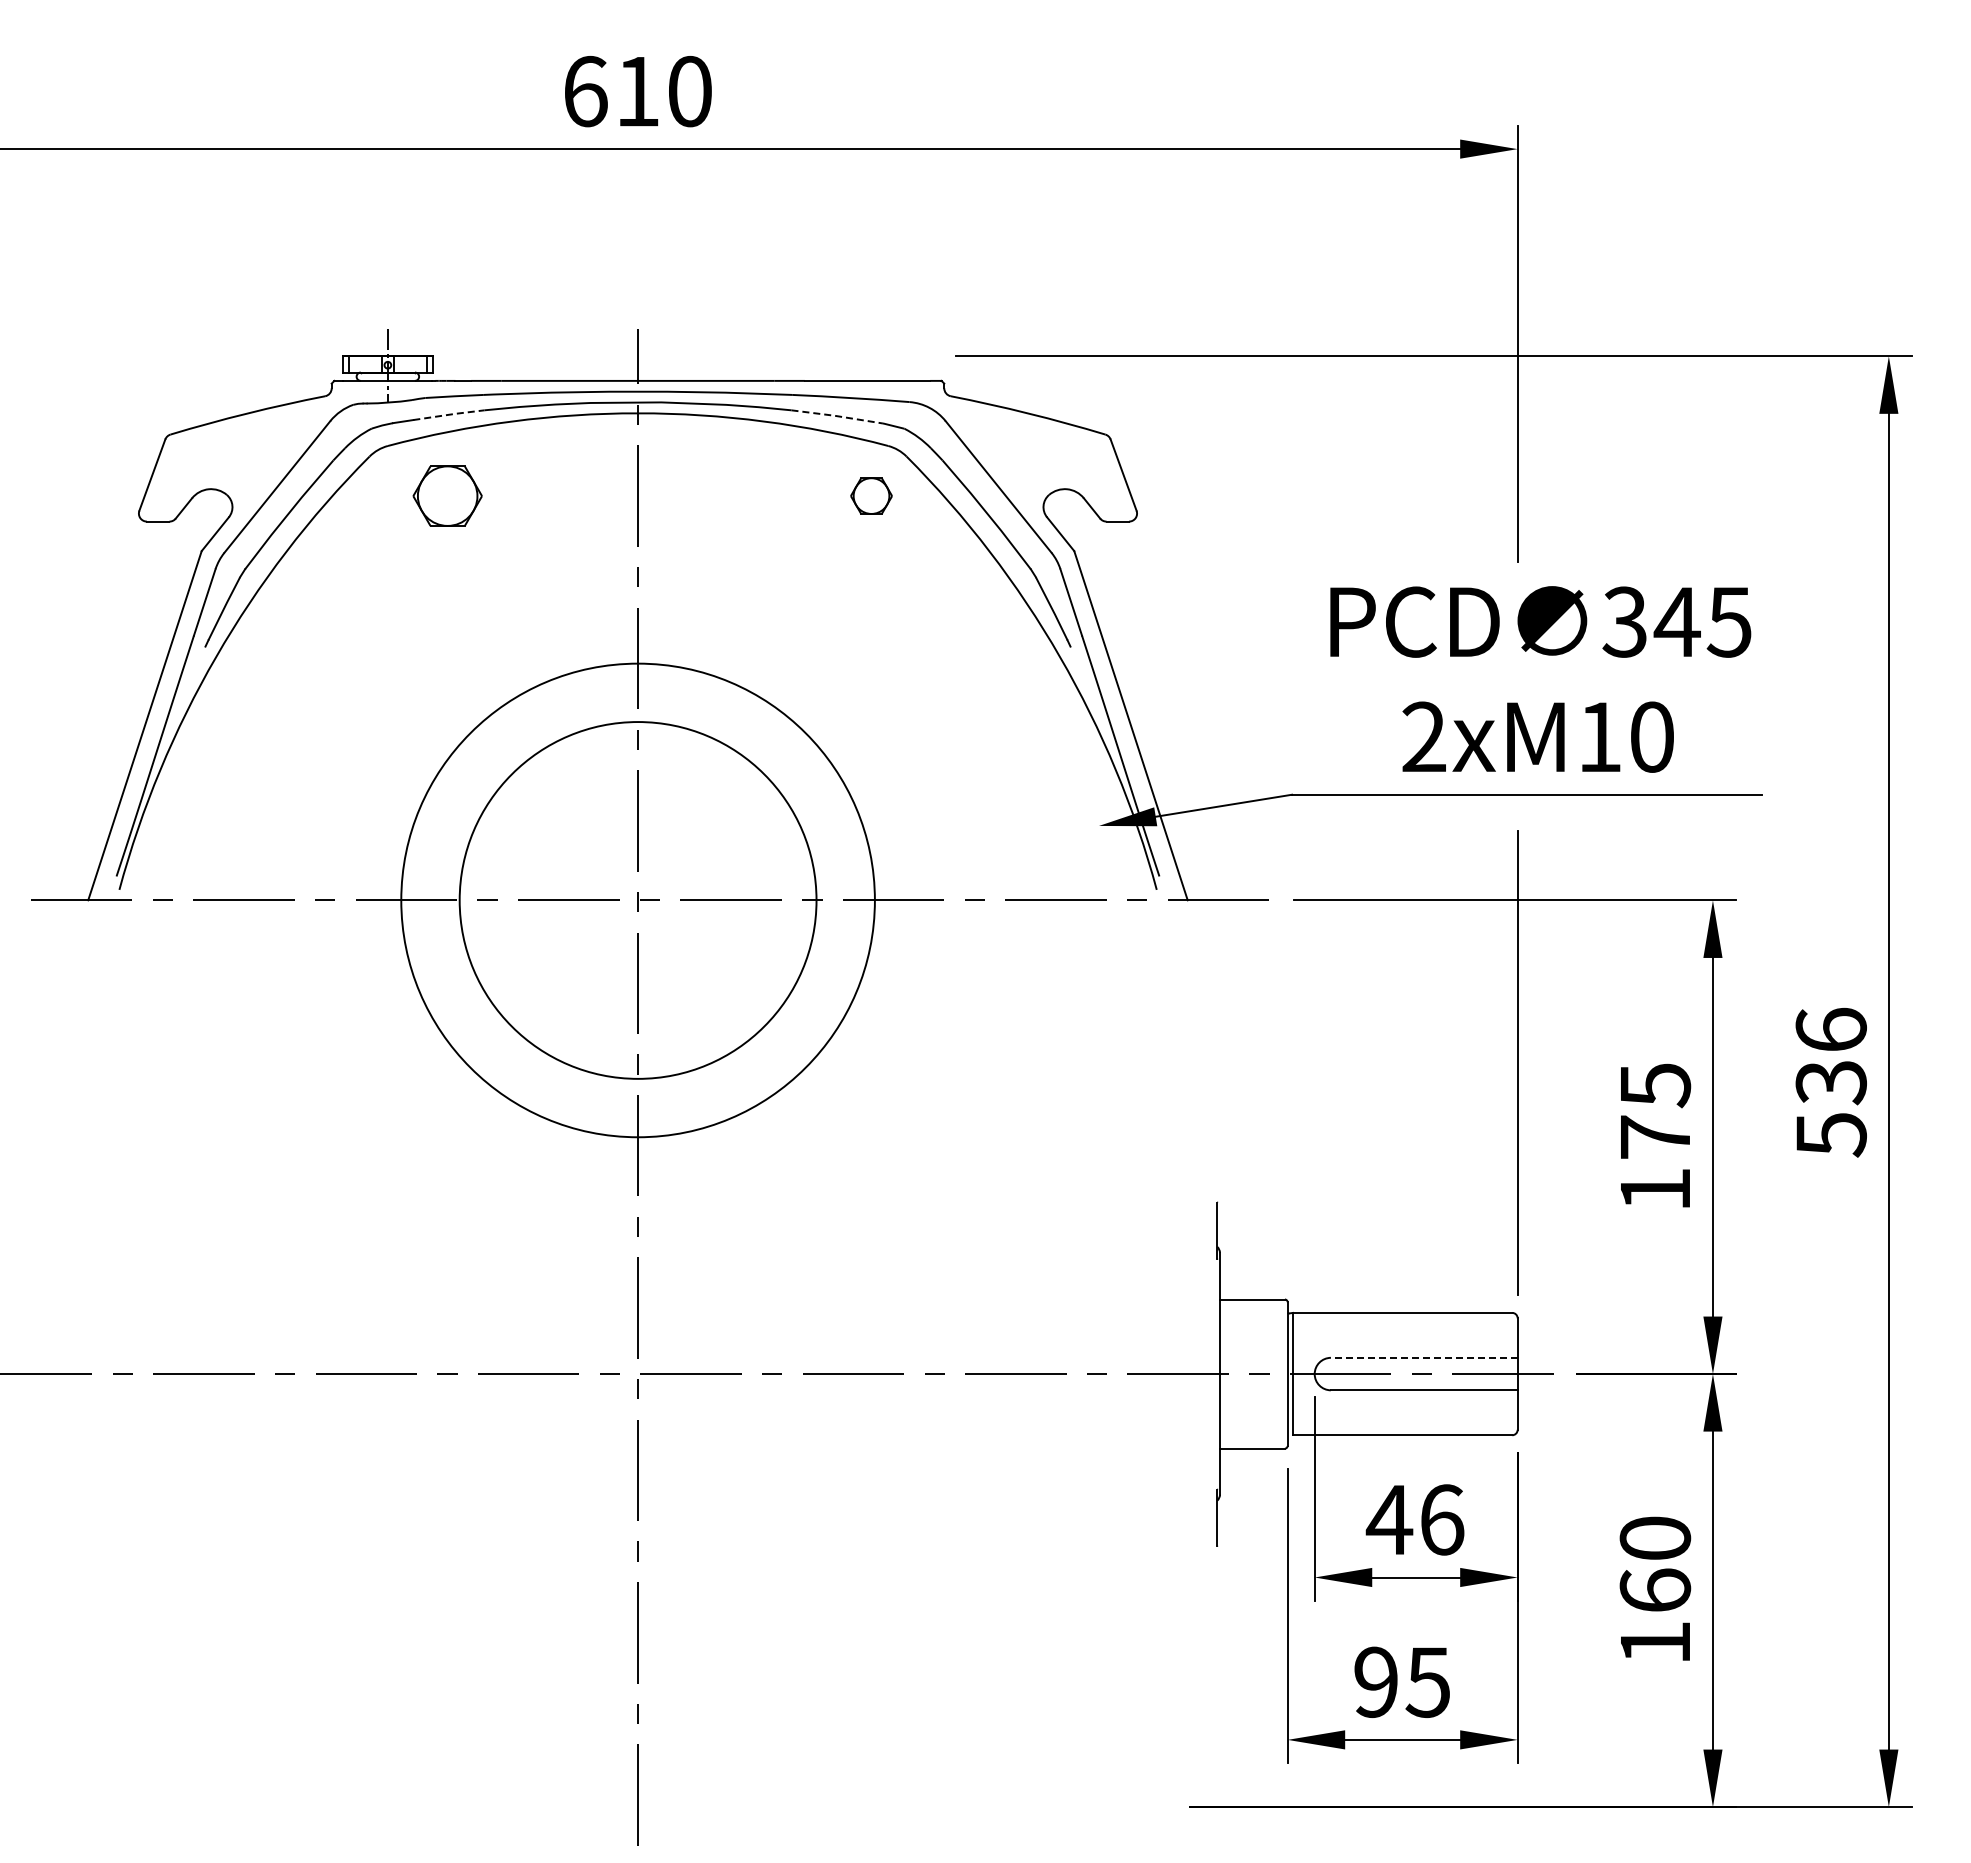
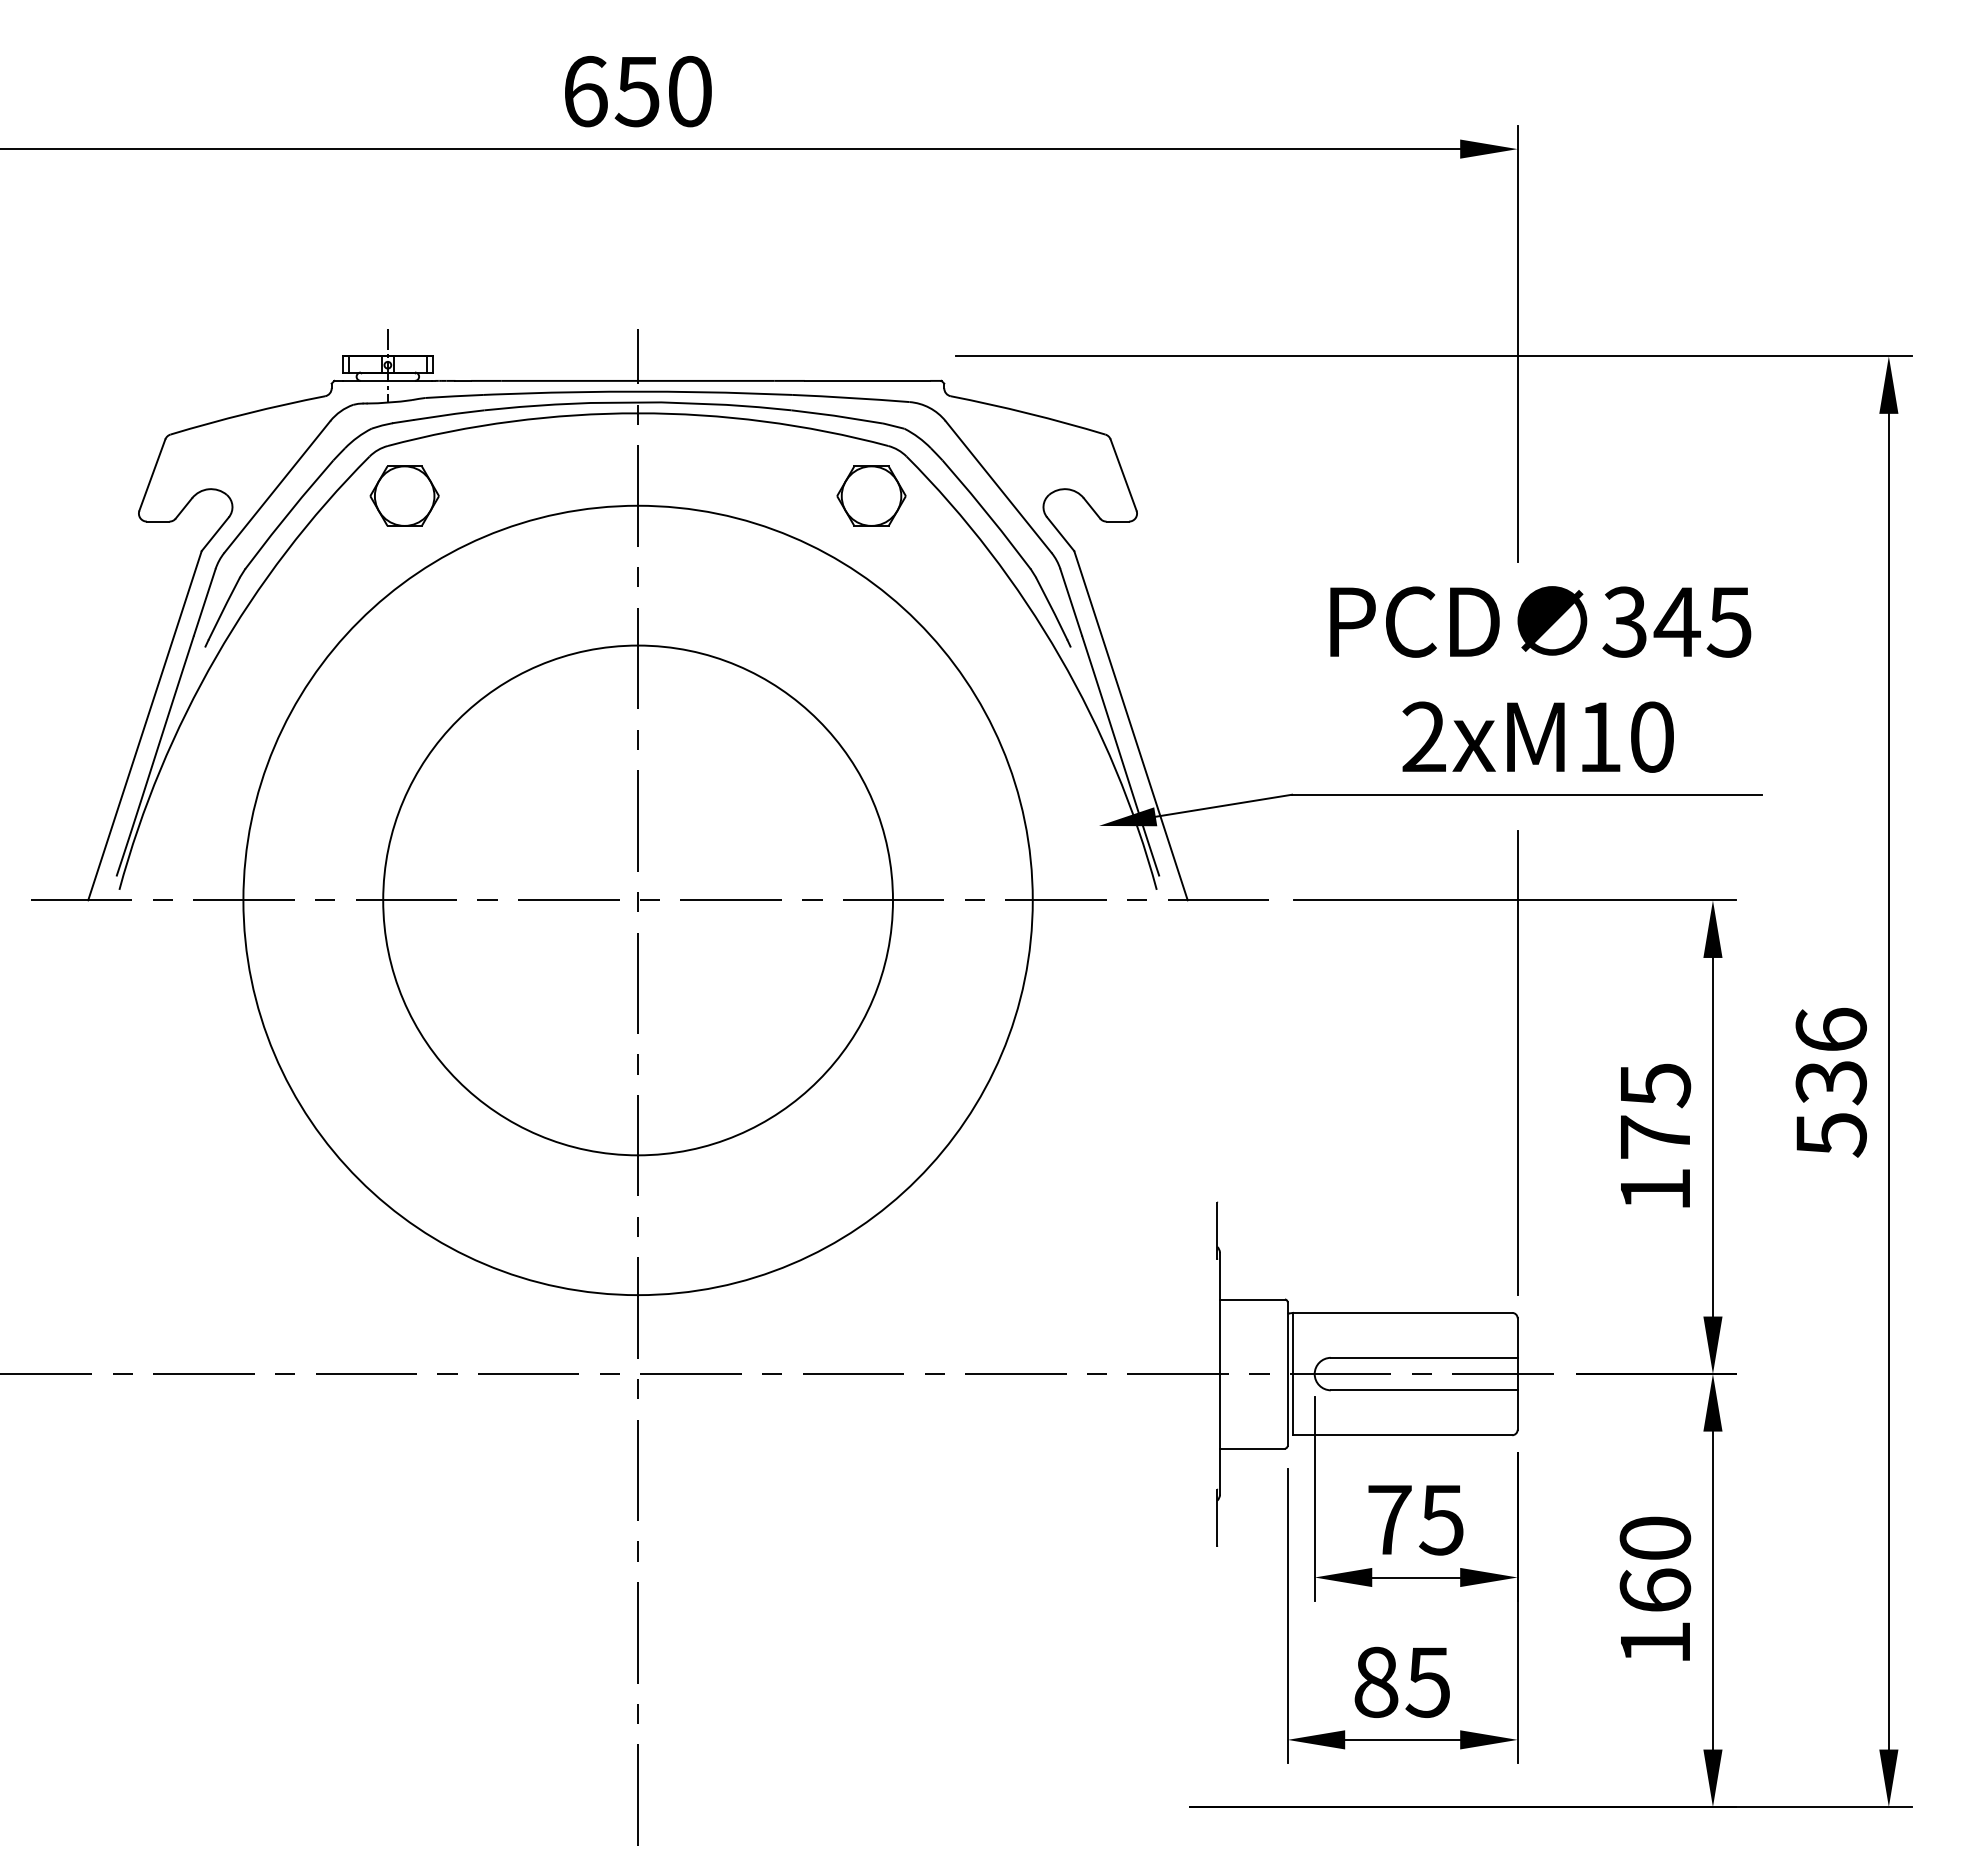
text at (636, 92): 610 -> 650
line at (449, 414): dashed -> solid
line at (836, 416): dashed -> solid
part at (447, 495) position: (447, 495) -> (404, 495)
part at (871, 495) size: 43x38 px -> 71x62 px
circle at (637, 900) diameter: 357 px -> 510 px
circle at (637, 900) diameter: 474 px -> 789 px
line at (1423, 1357): dashed -> solid
text at (1414, 1519): 46 -> 75
text at (1376, 1682): 95 -> 85
